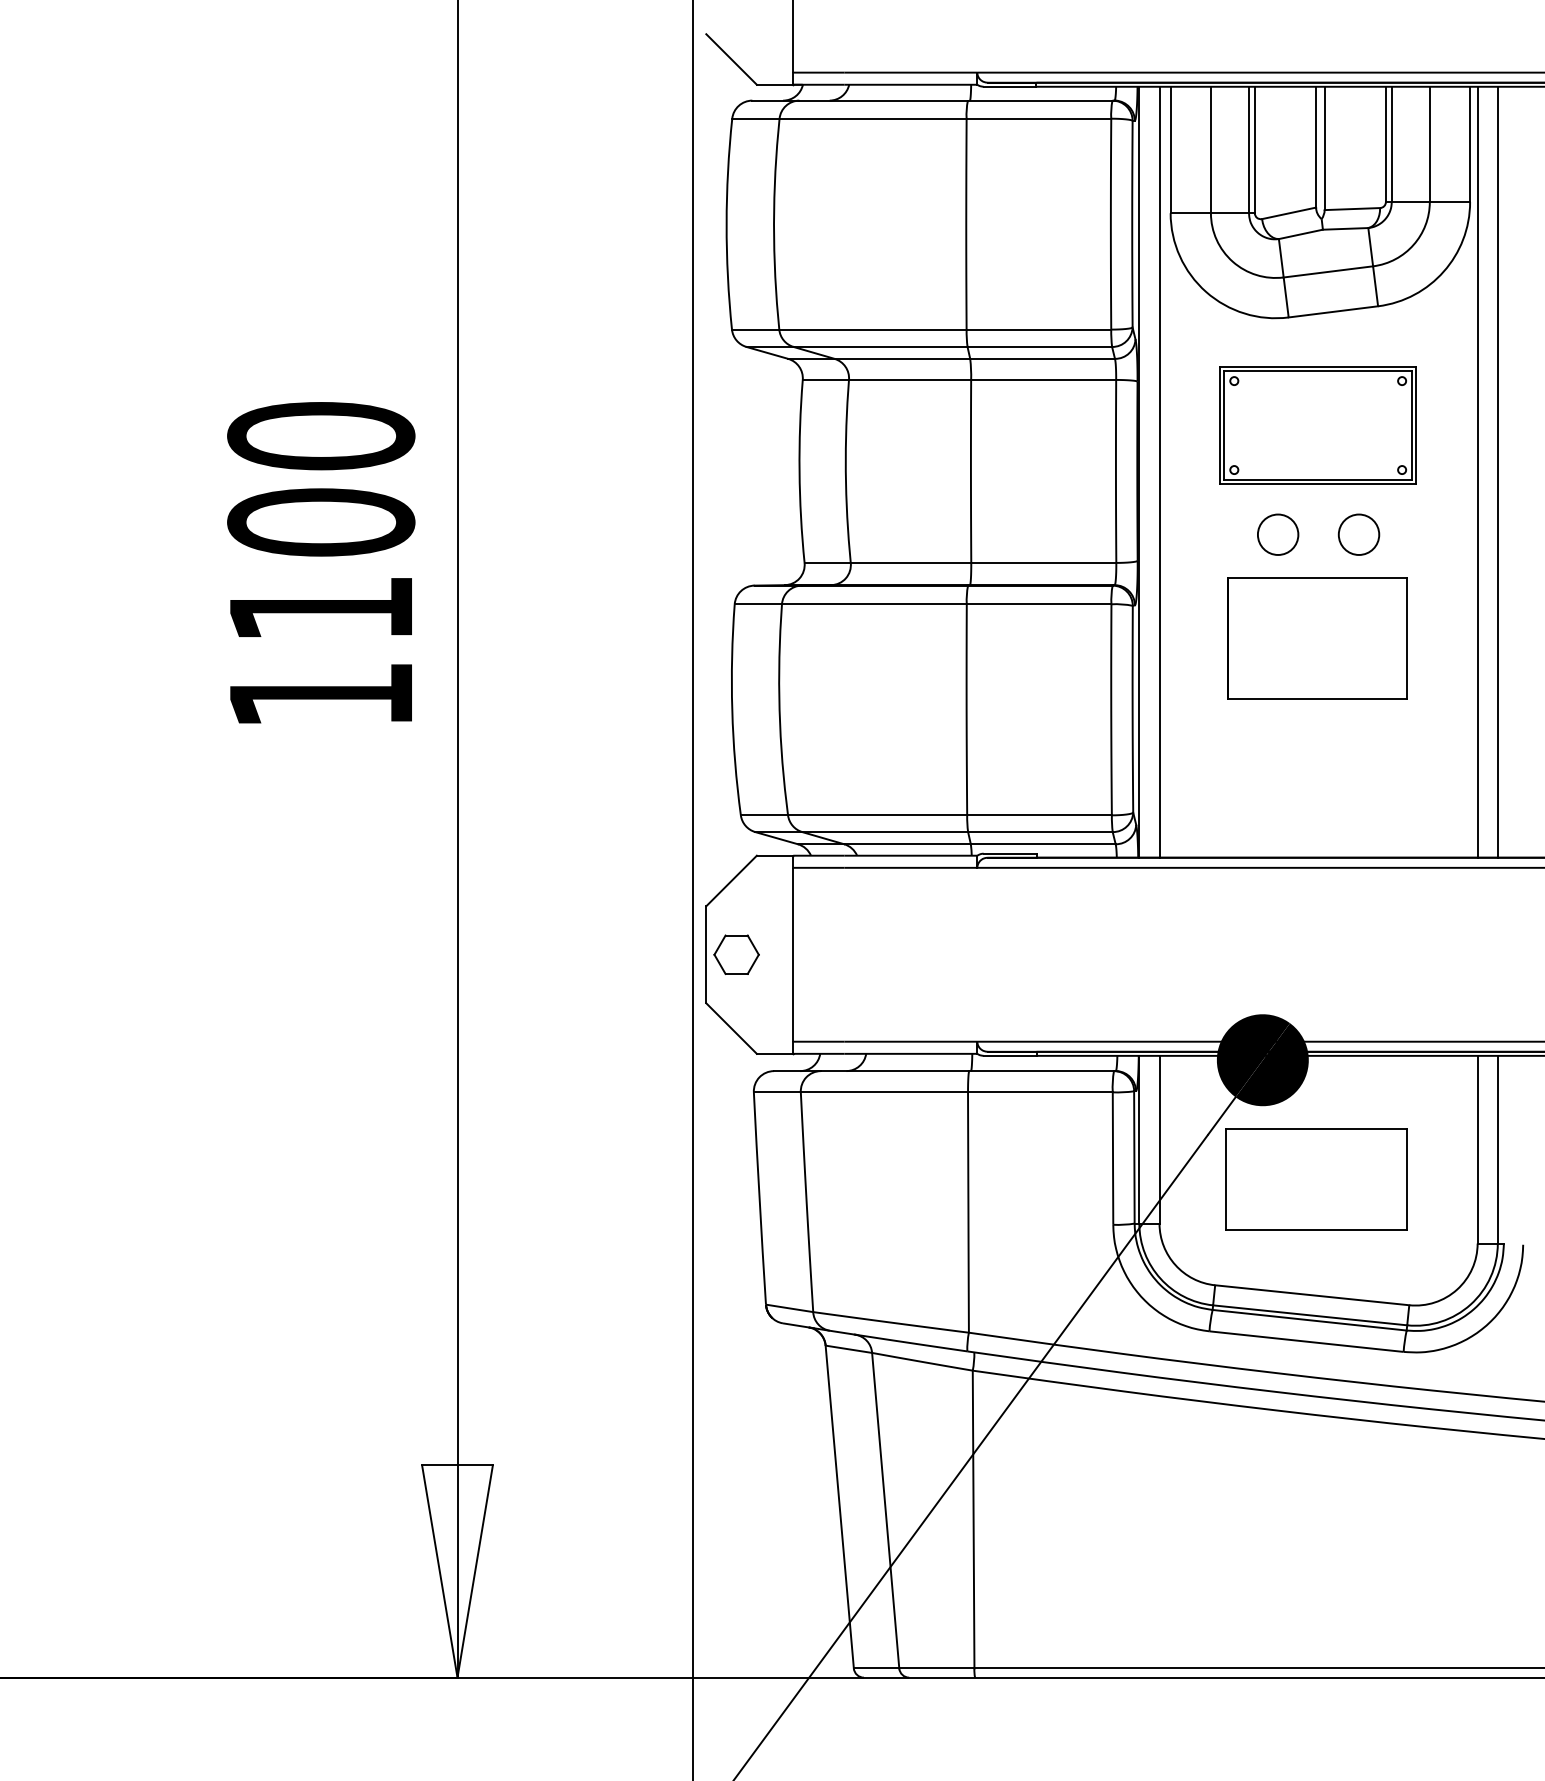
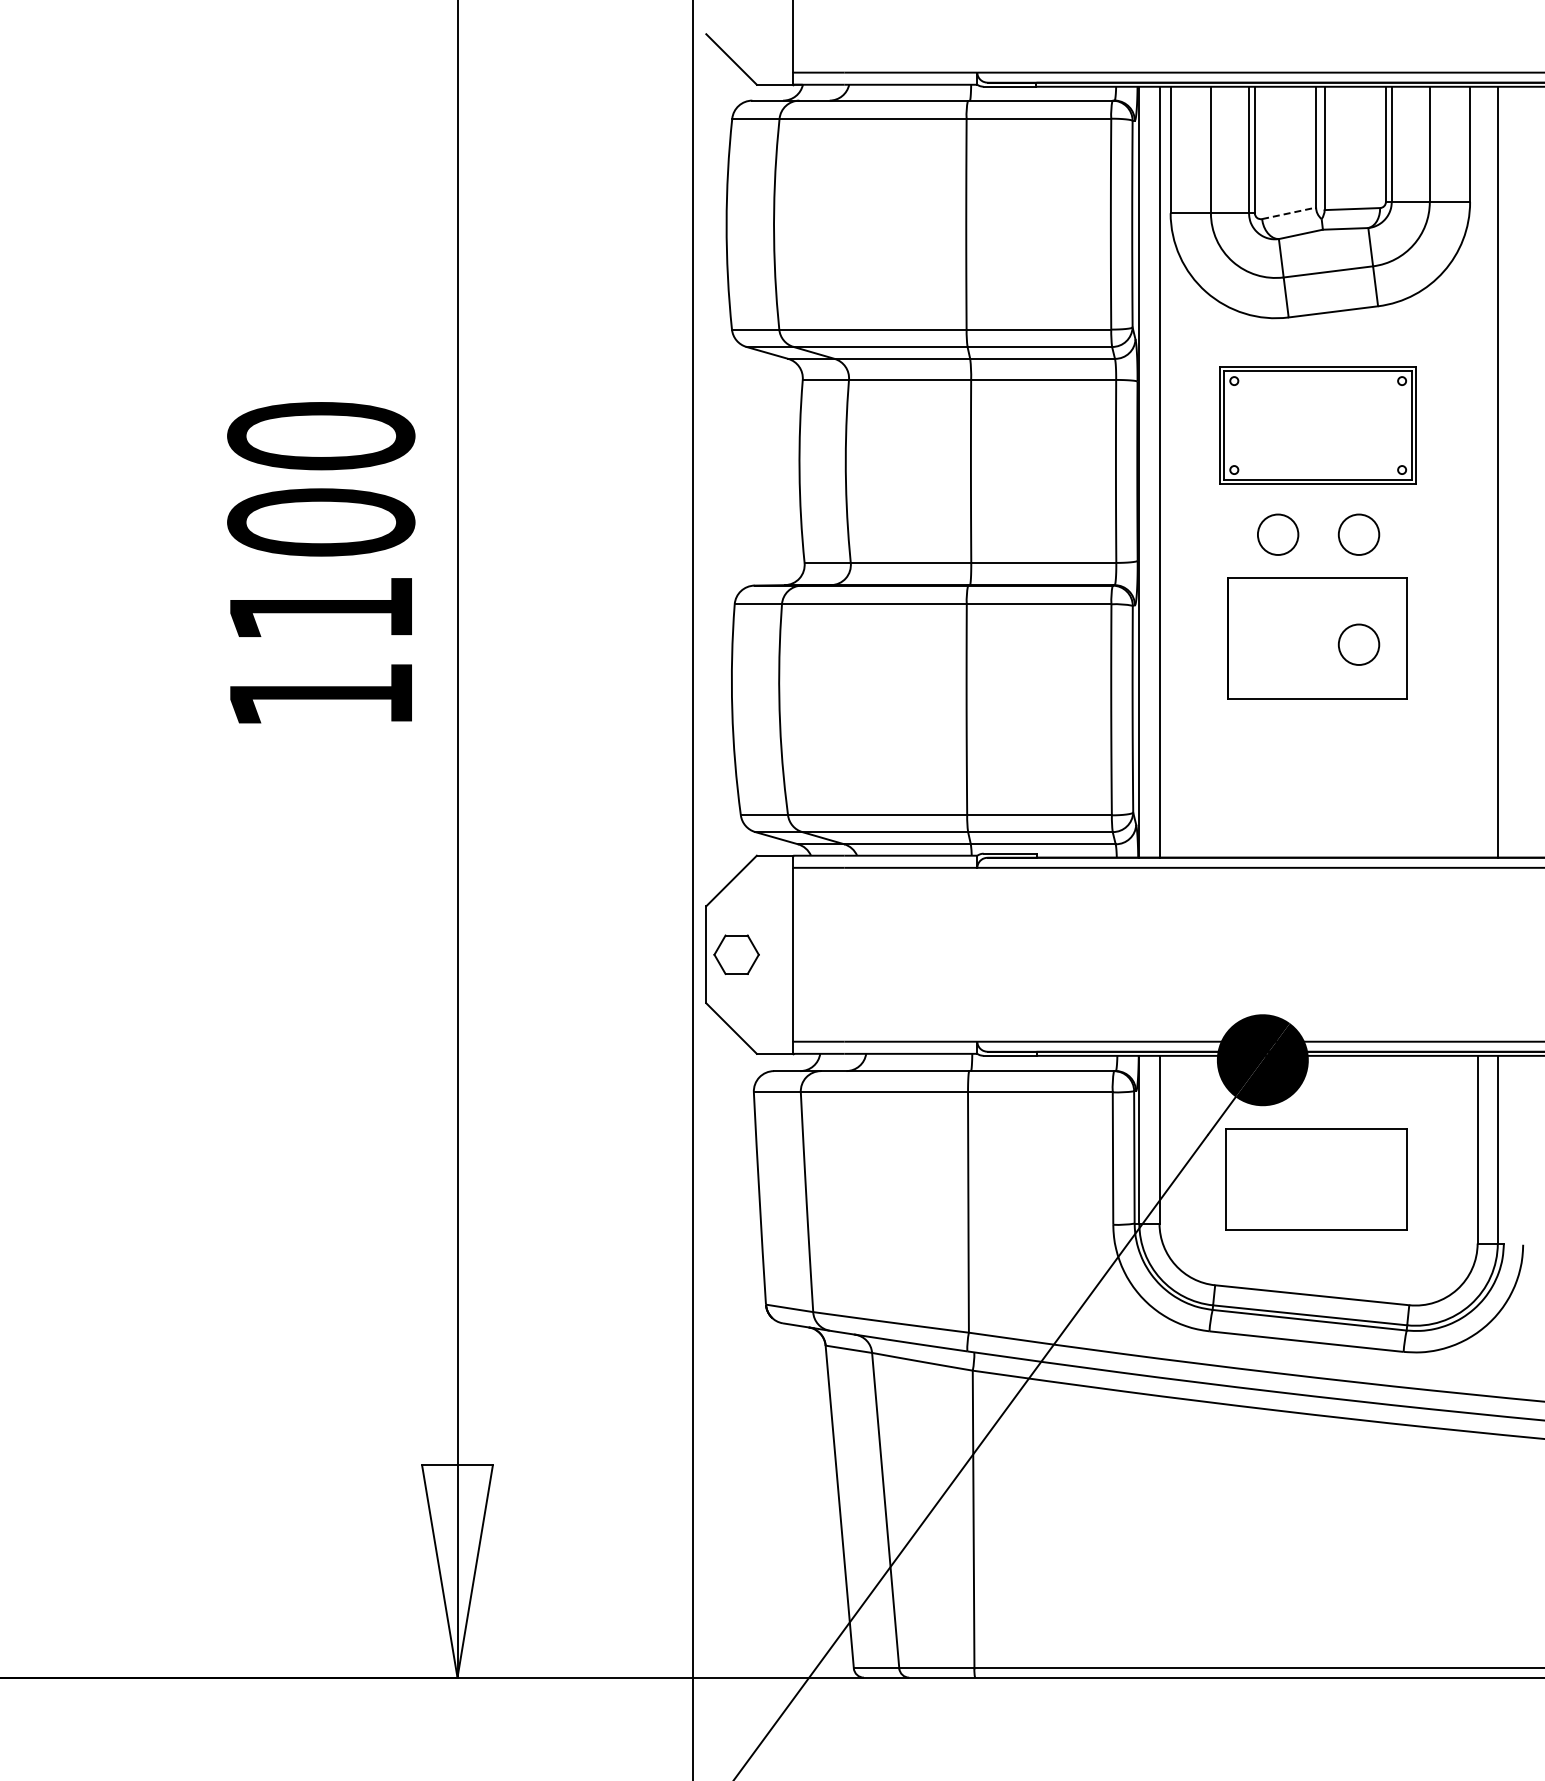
line at (1289, 213): solid -> dashed
line at (1477, 471): present -> none
circle at (1358, 644): none -> present
